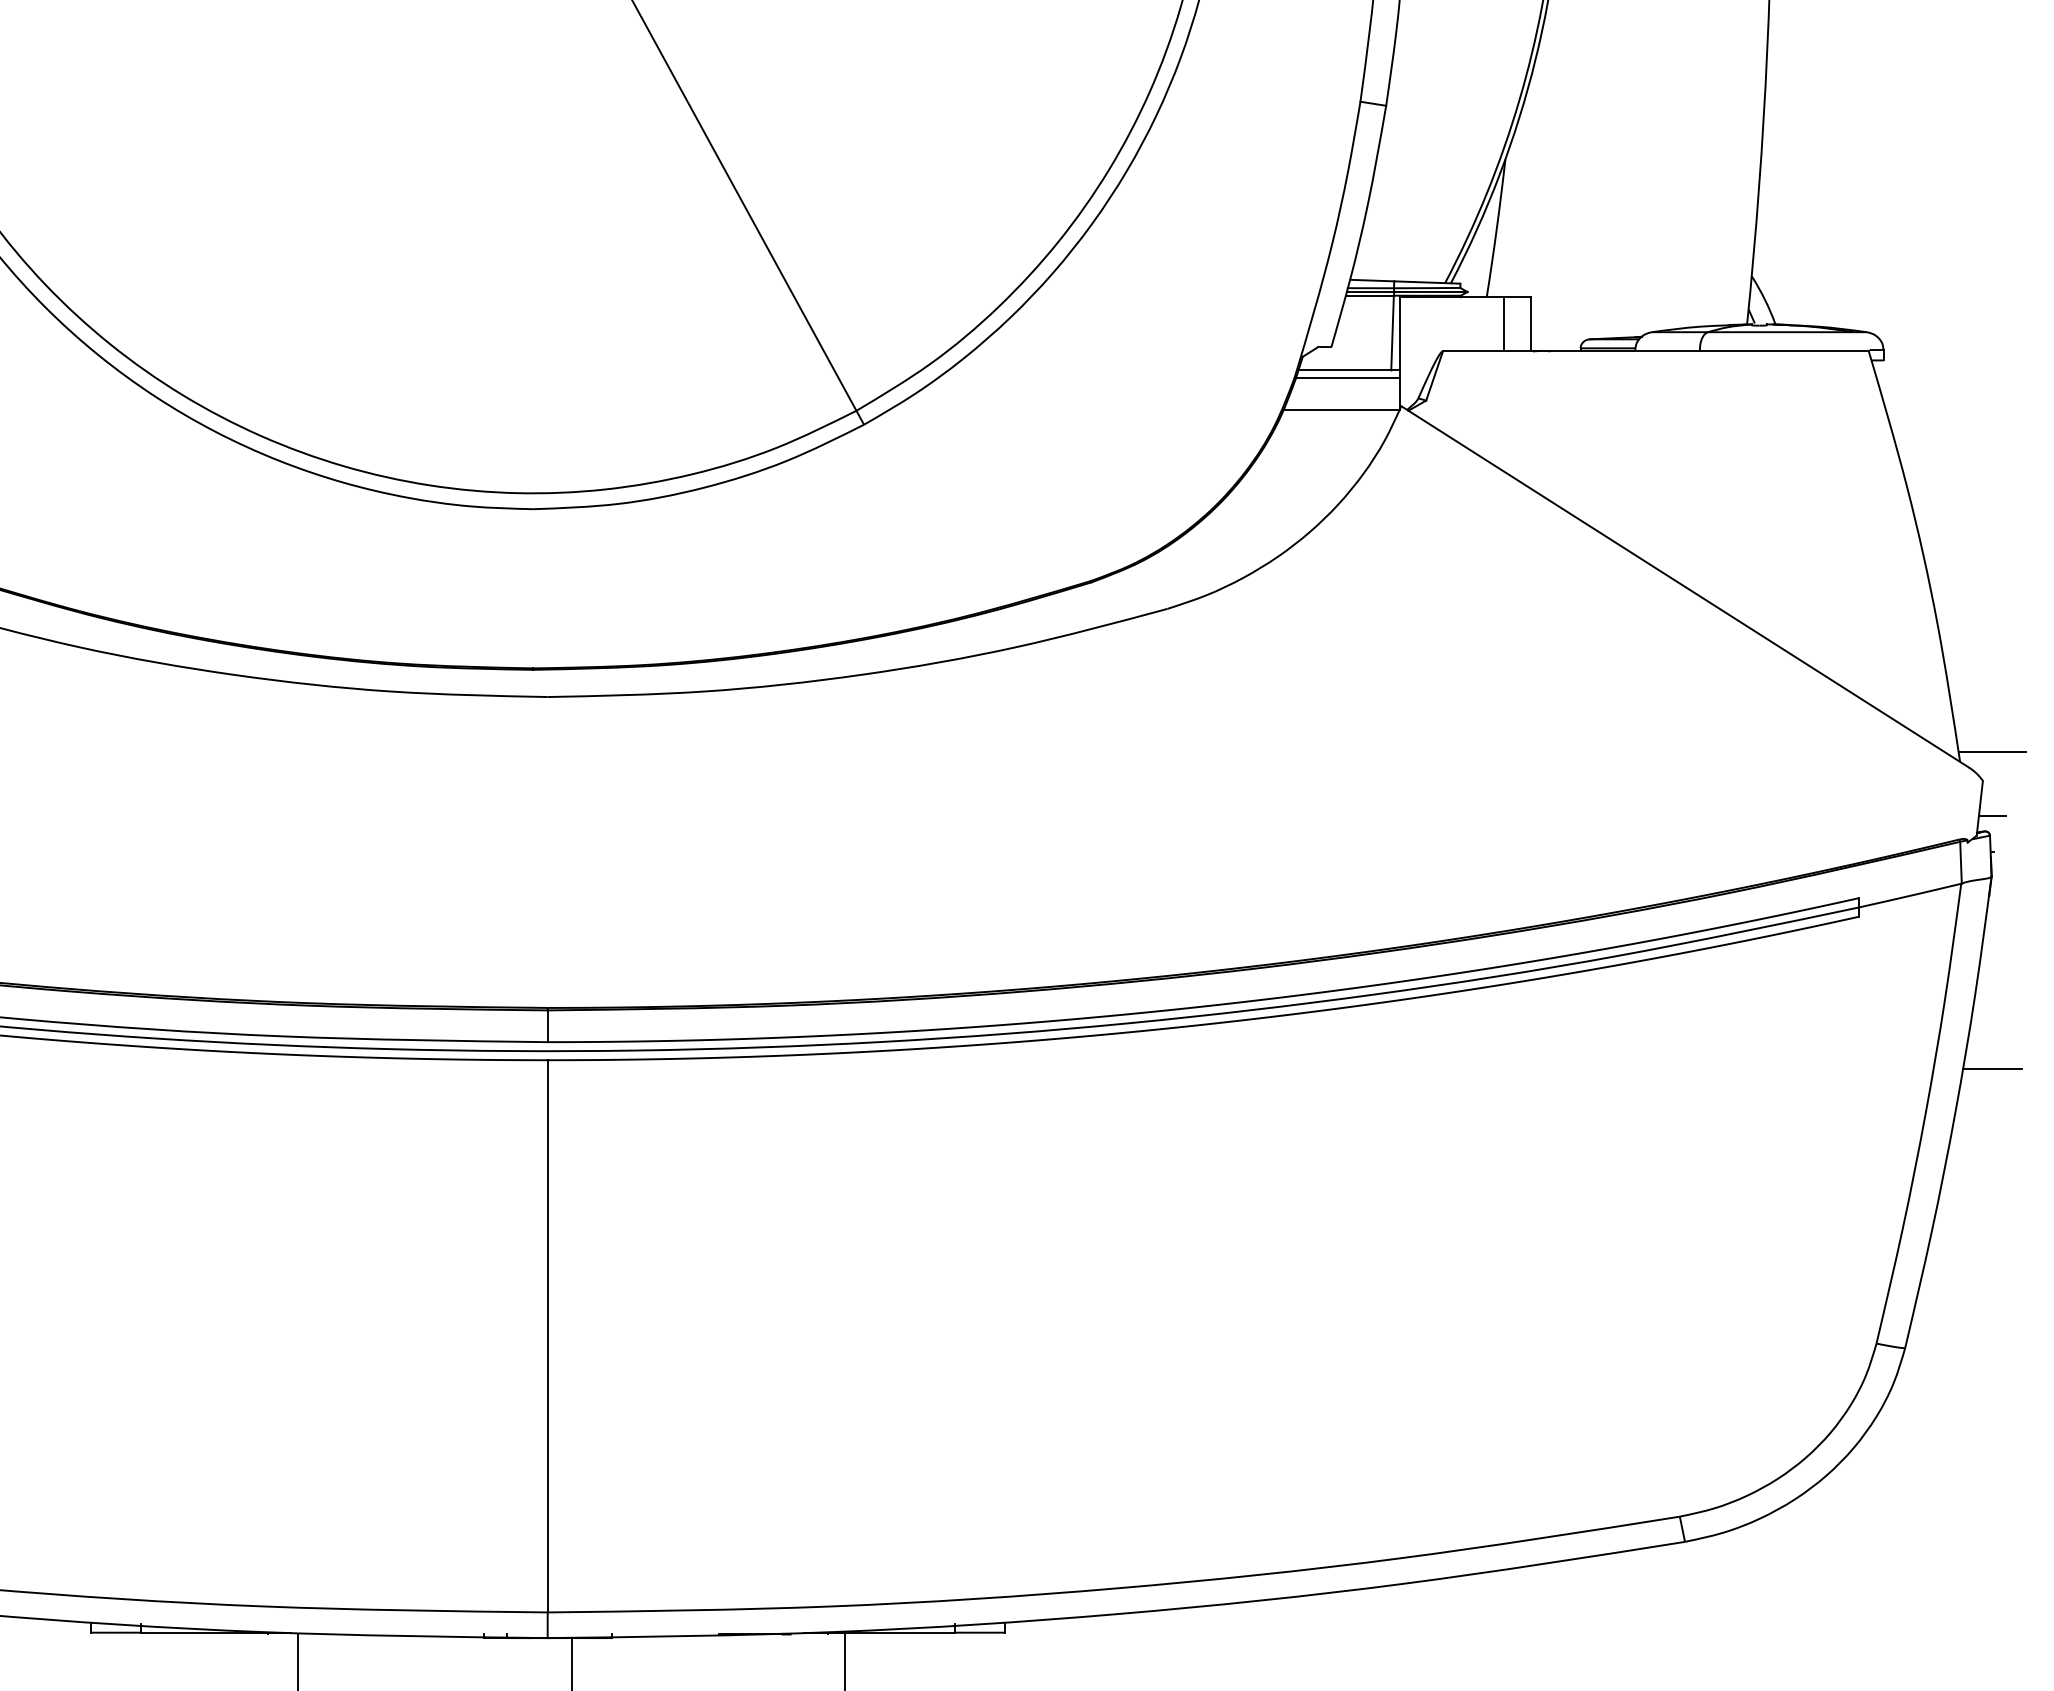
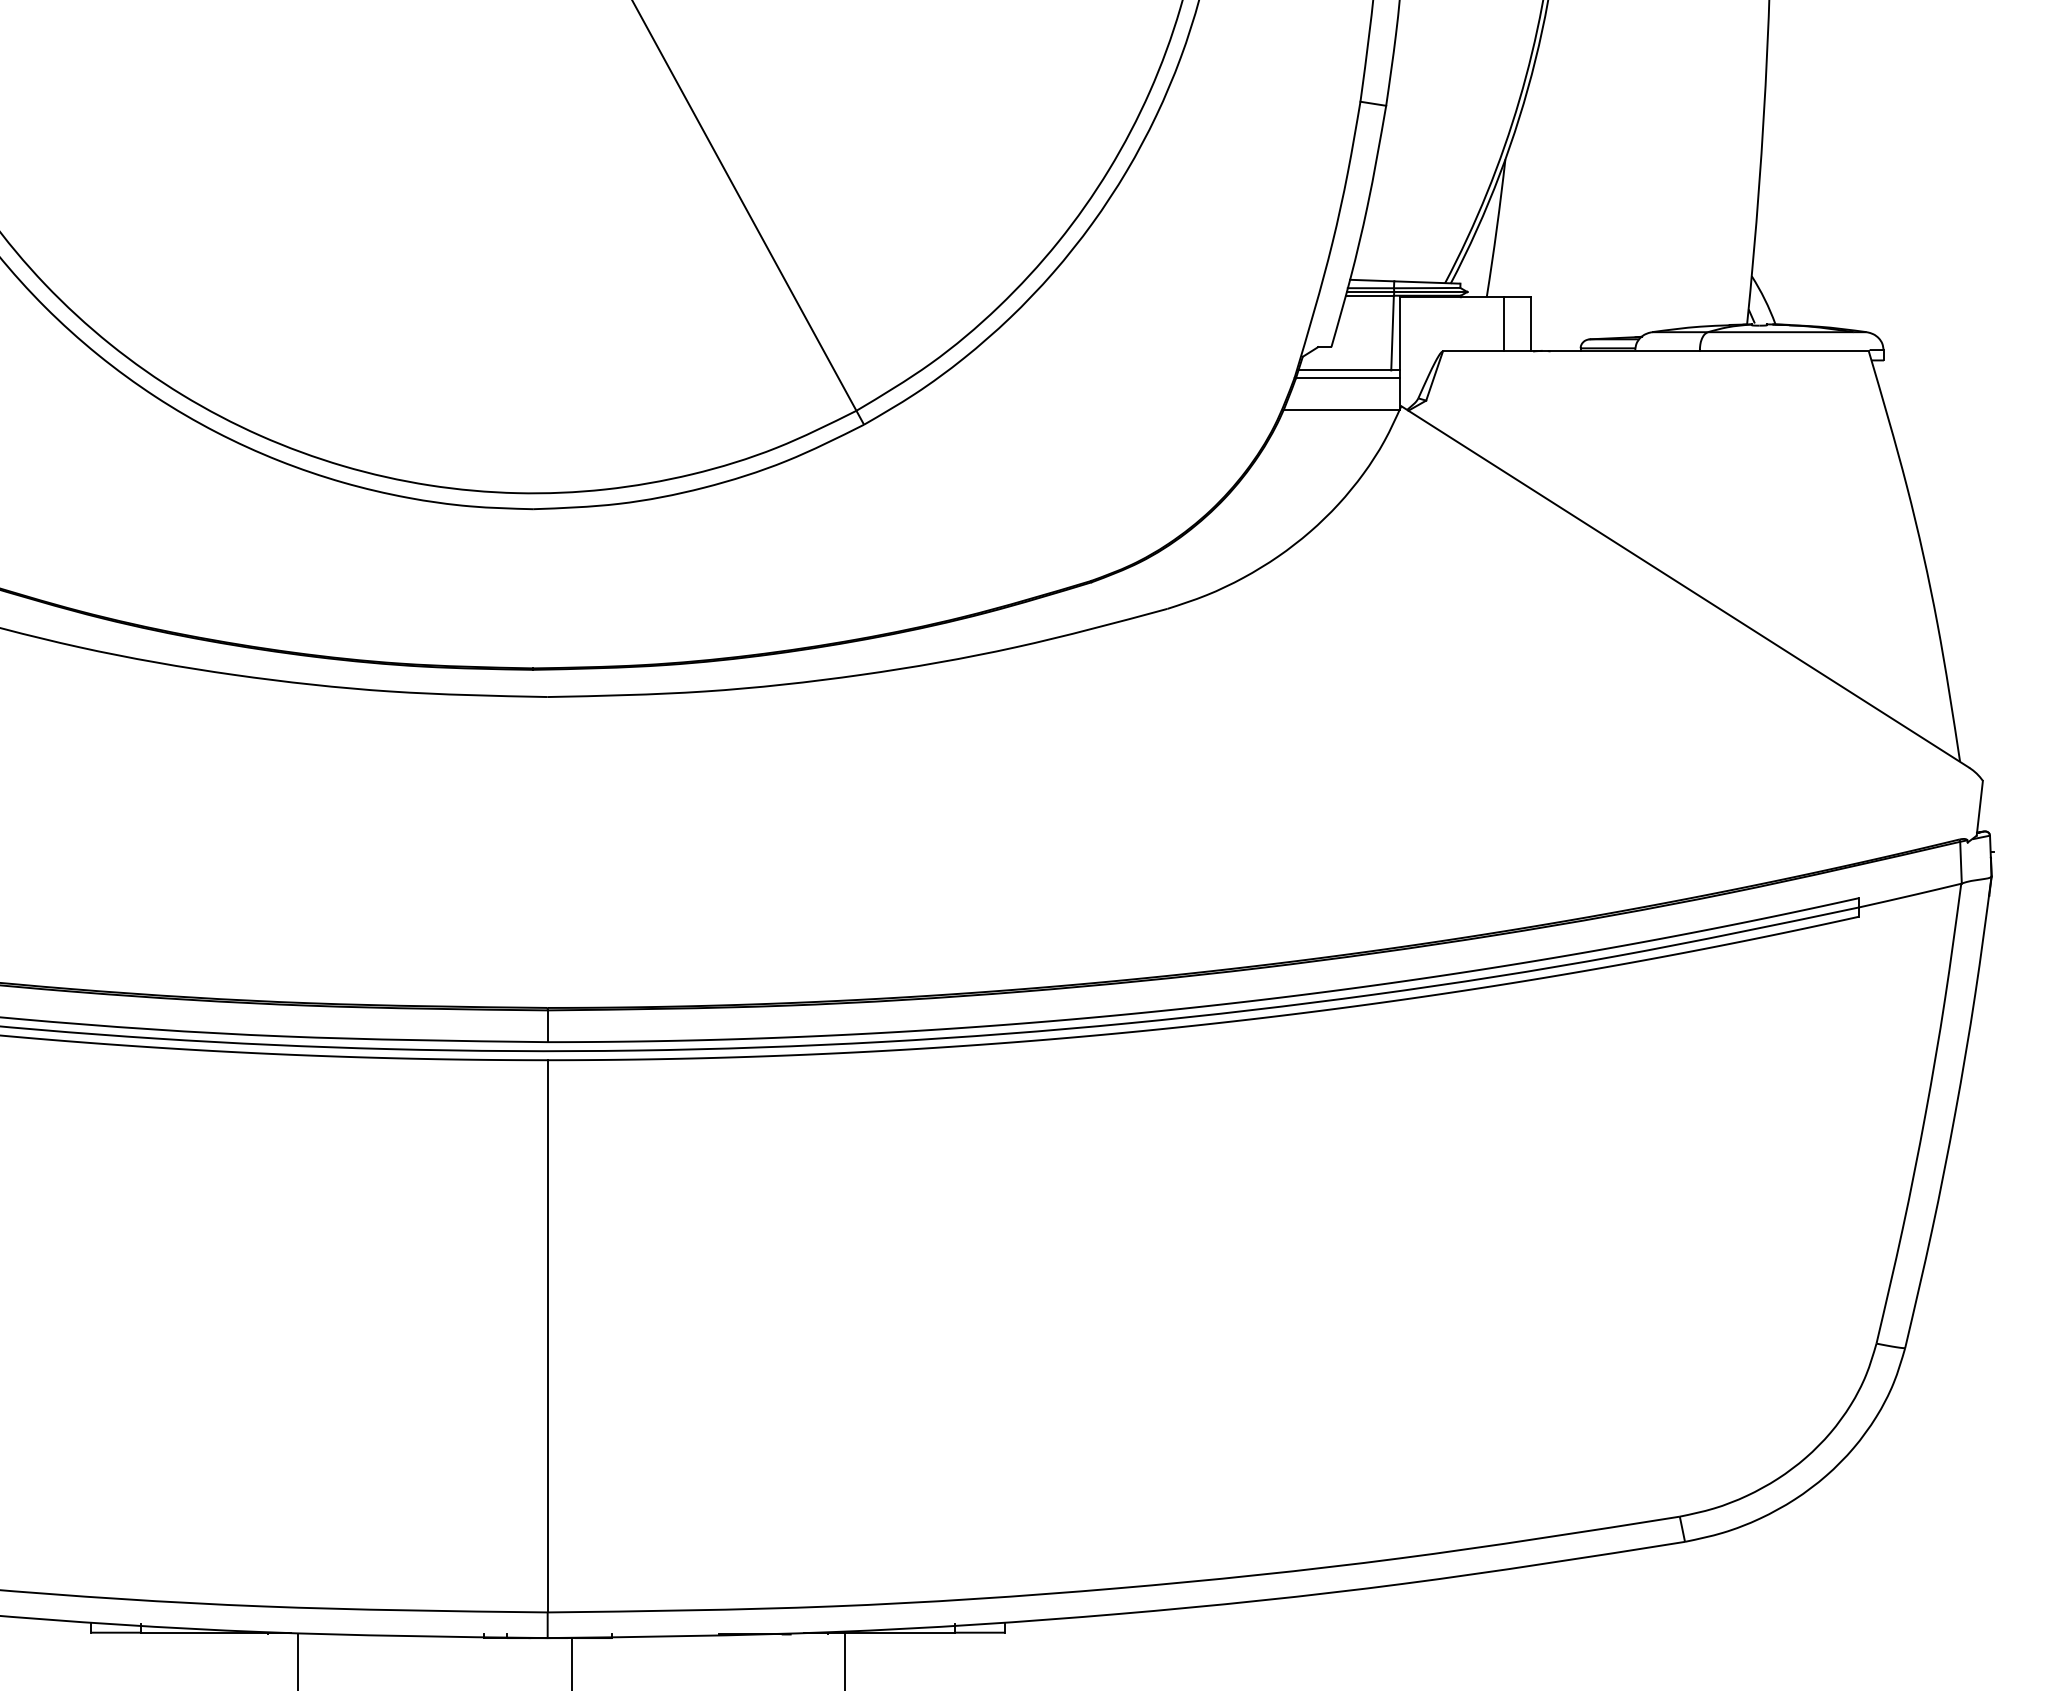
line at (1992, 752): present -> none
line at (1991, 815): present -> none
line at (1991, 1068): present -> none
